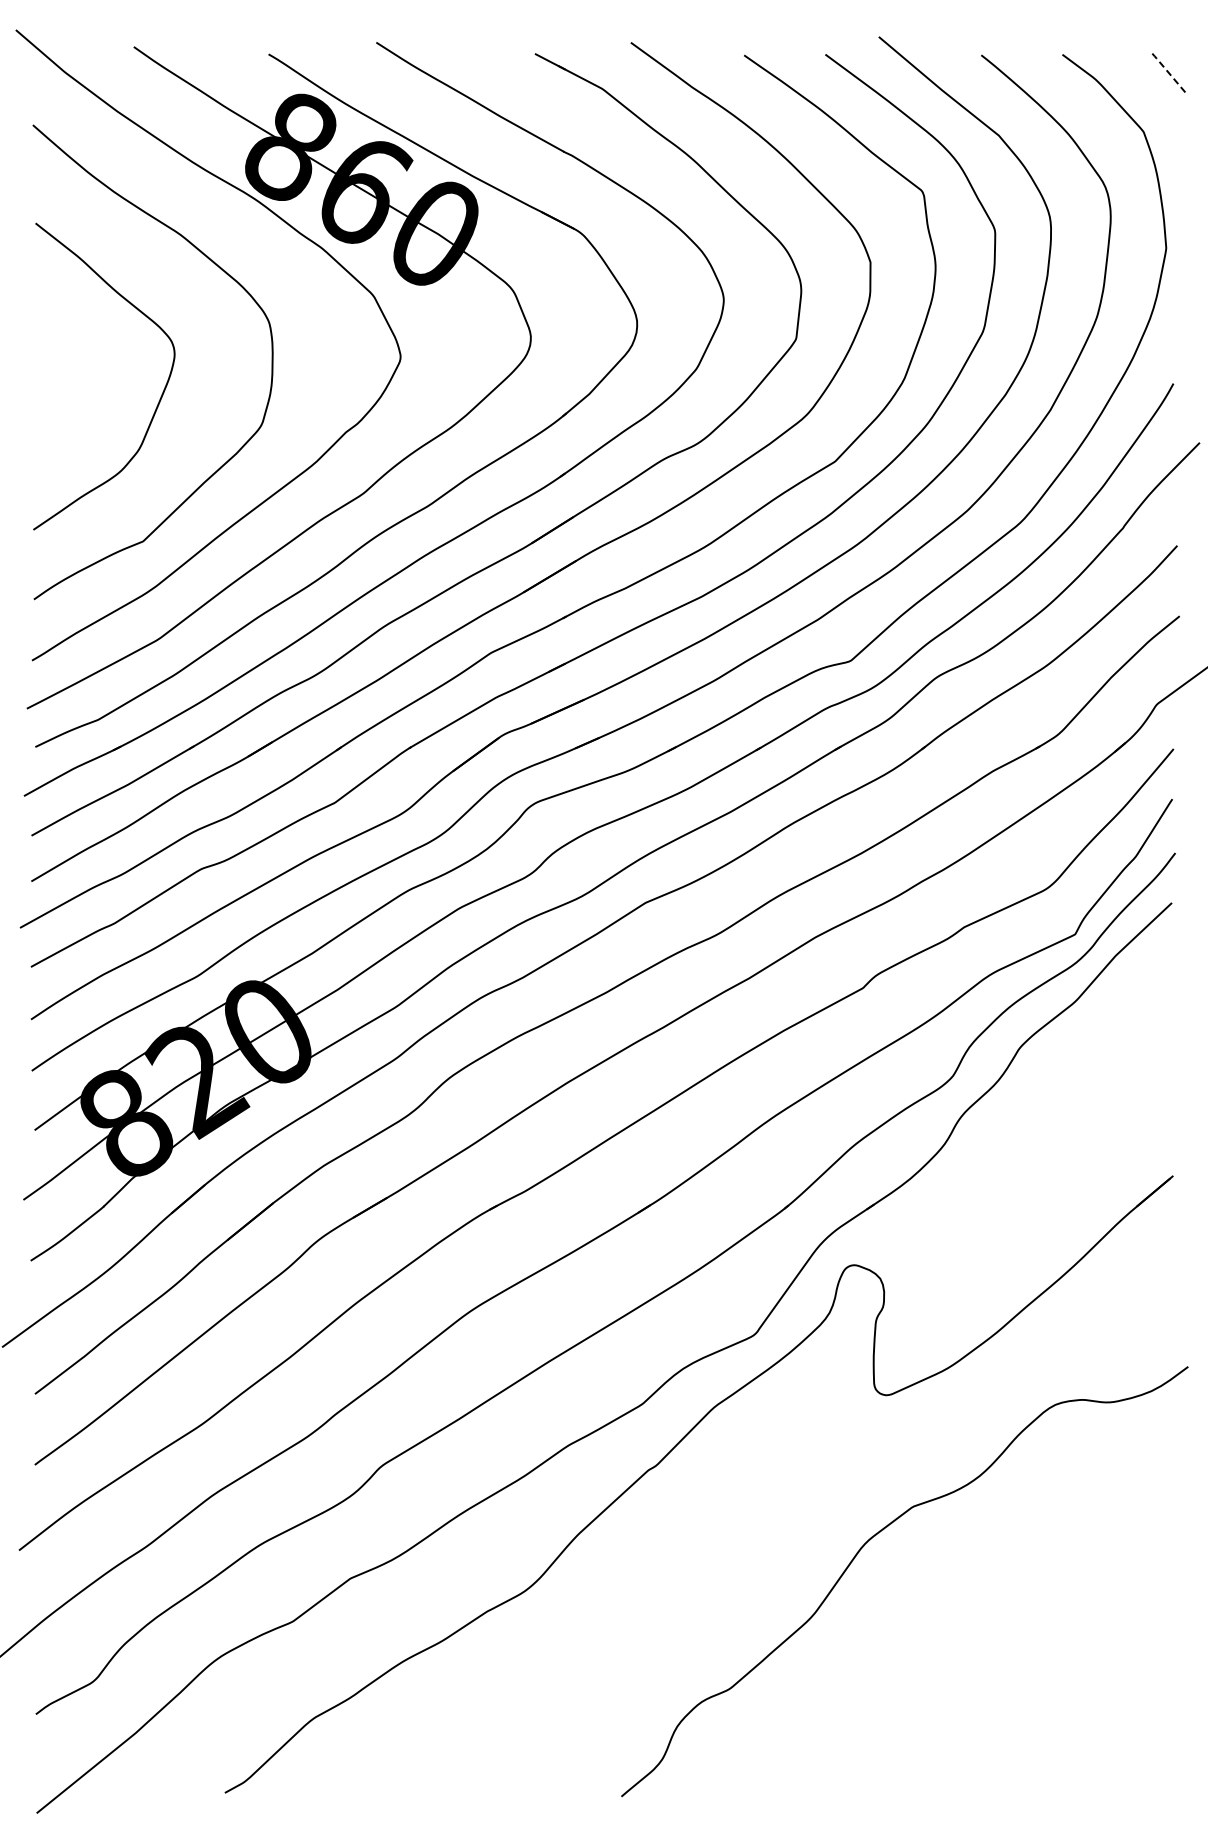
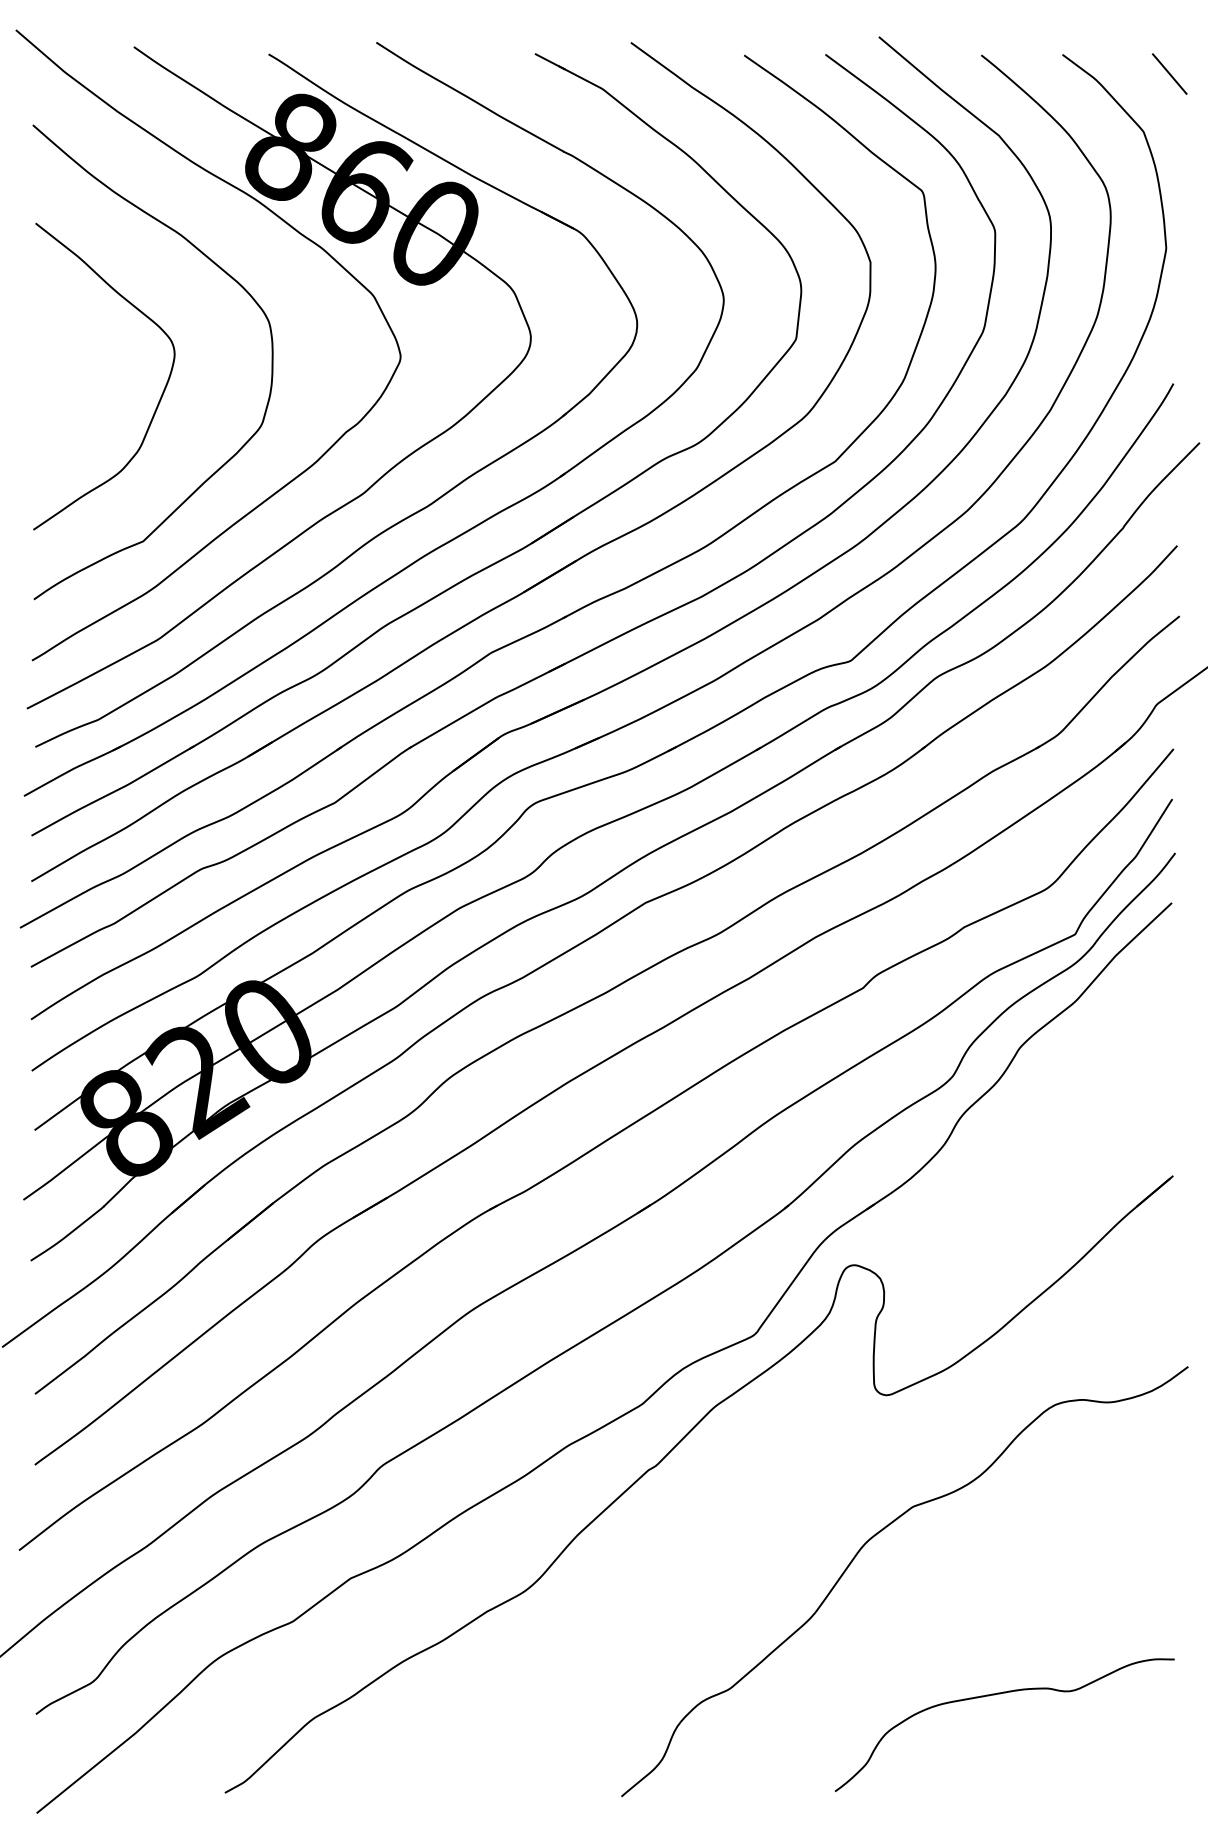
line at (1168, 72): dashed -> solid
curve at (1000, 1694): none -> present
